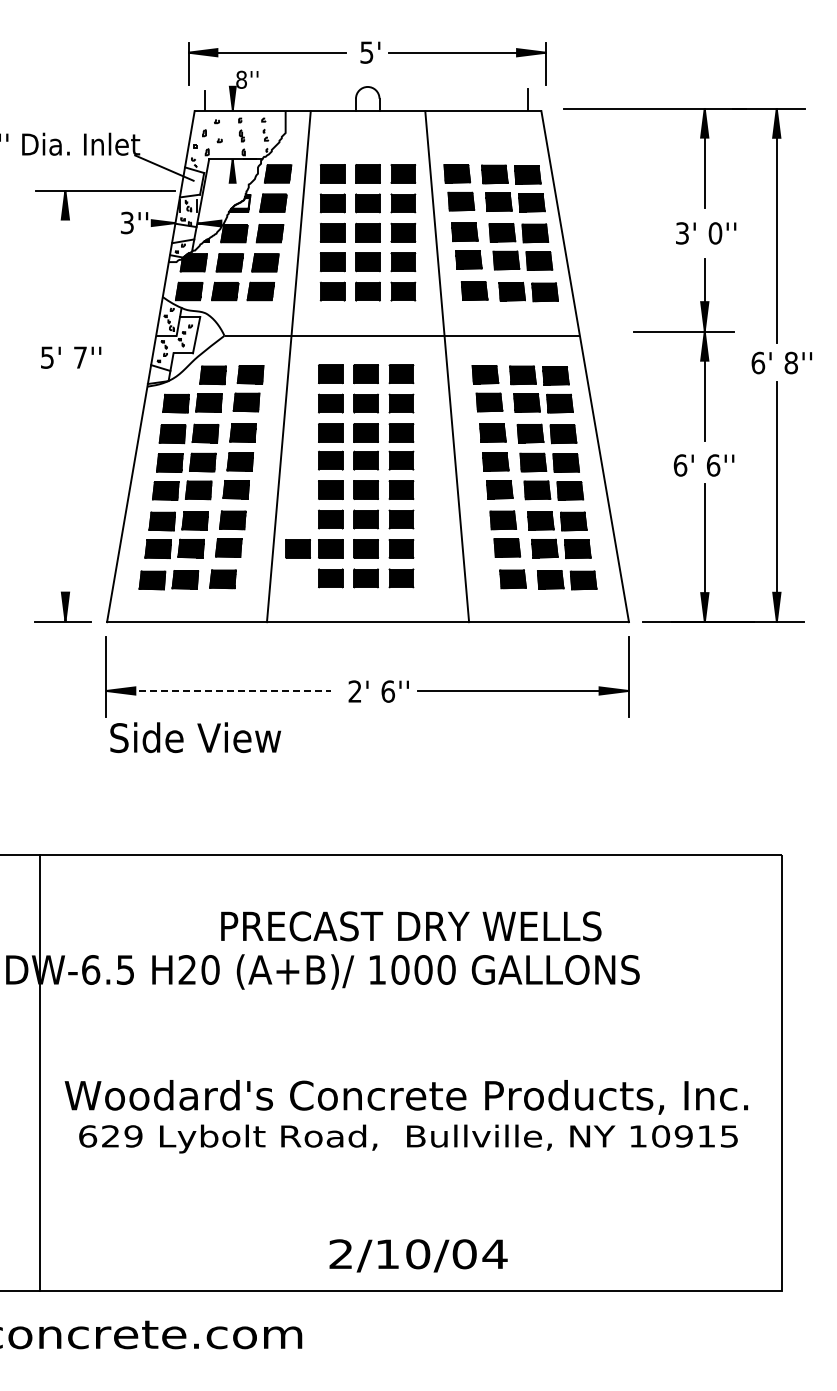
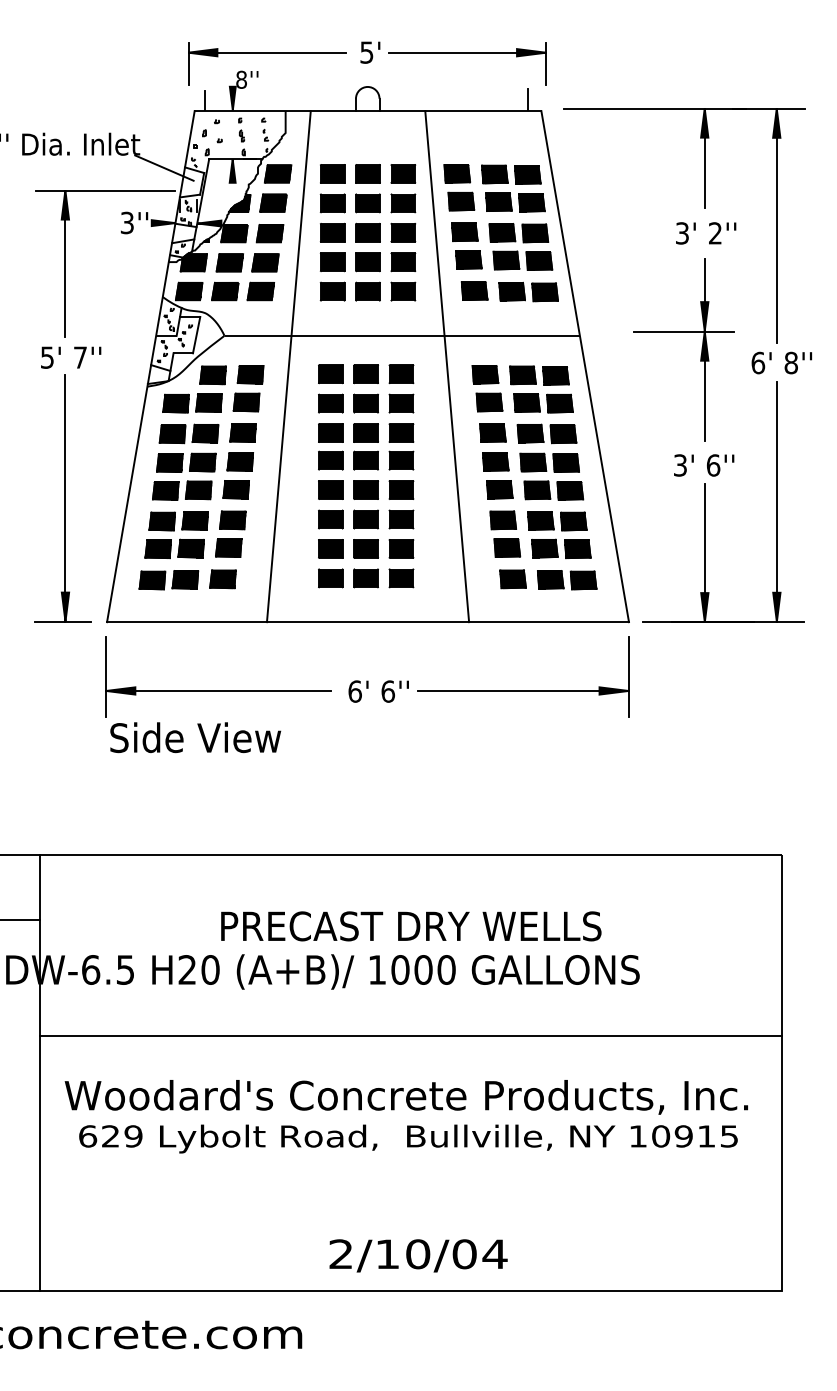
fill at (240, 203): none -> present
text at (715, 233): 0'' -> 2''
line at (65, 263): none -> present
text at (680, 465): 6' -> 3'
line at (65, 498): none -> present
part at (297, 548): present -> none
line at (218, 690): dashed -> solid
text at (354, 691): 2' -> 6'
line at (21, 920): none -> present
line at (410, 1036): none -> present
